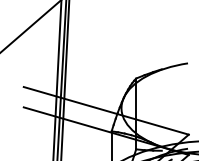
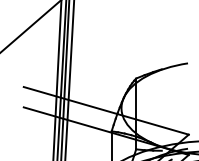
line at (69, 79): none -> present
